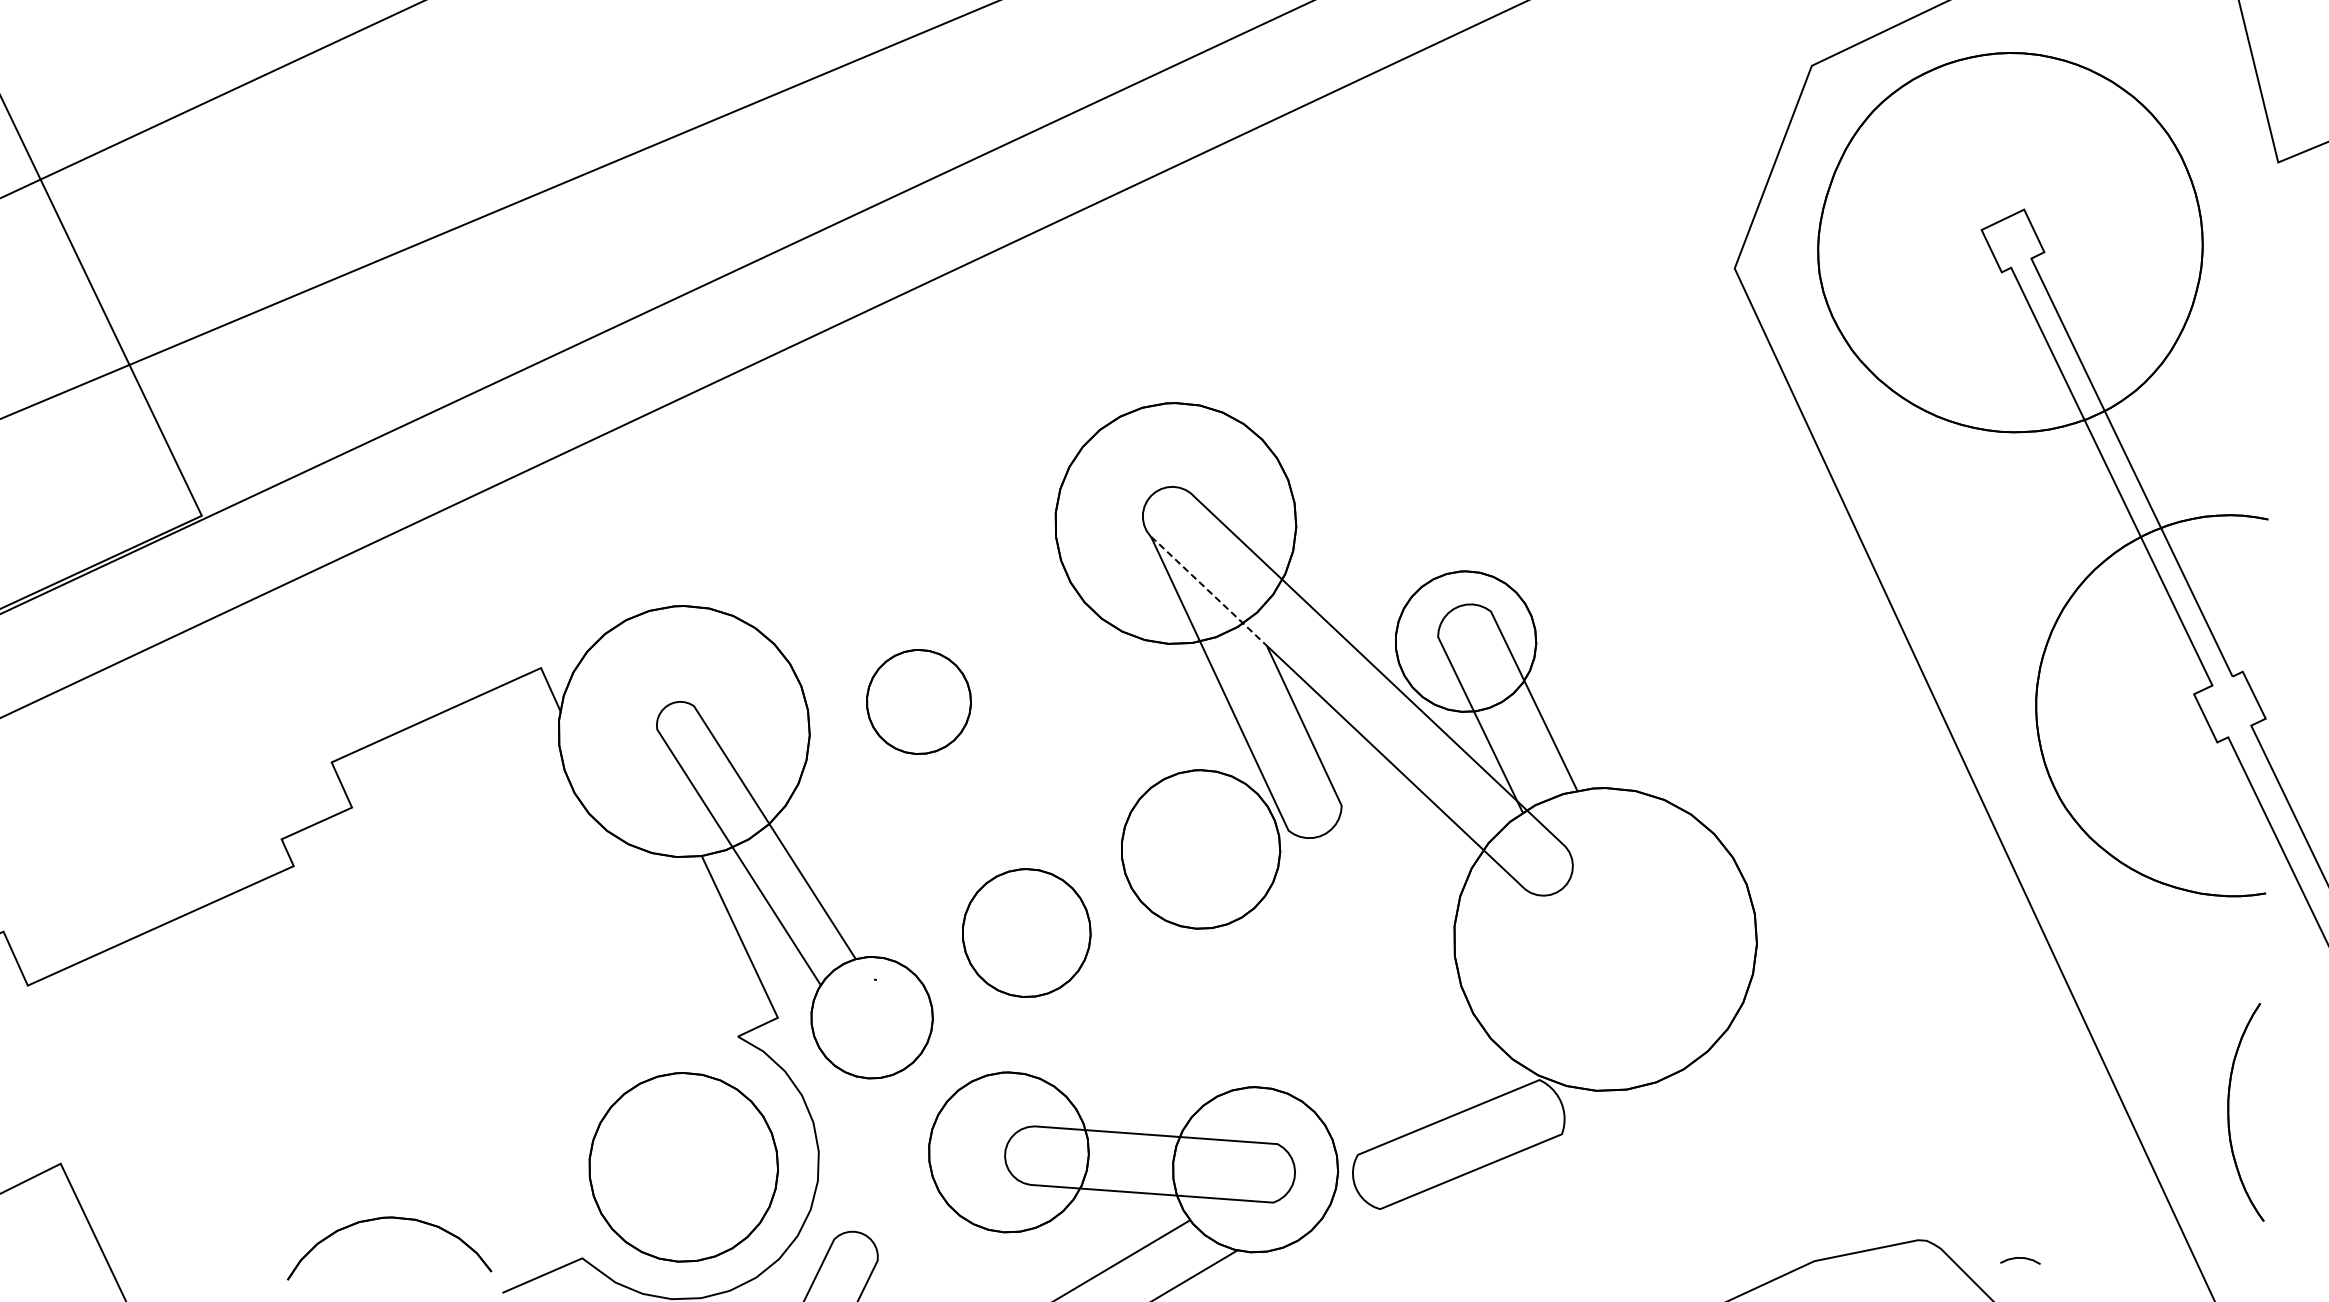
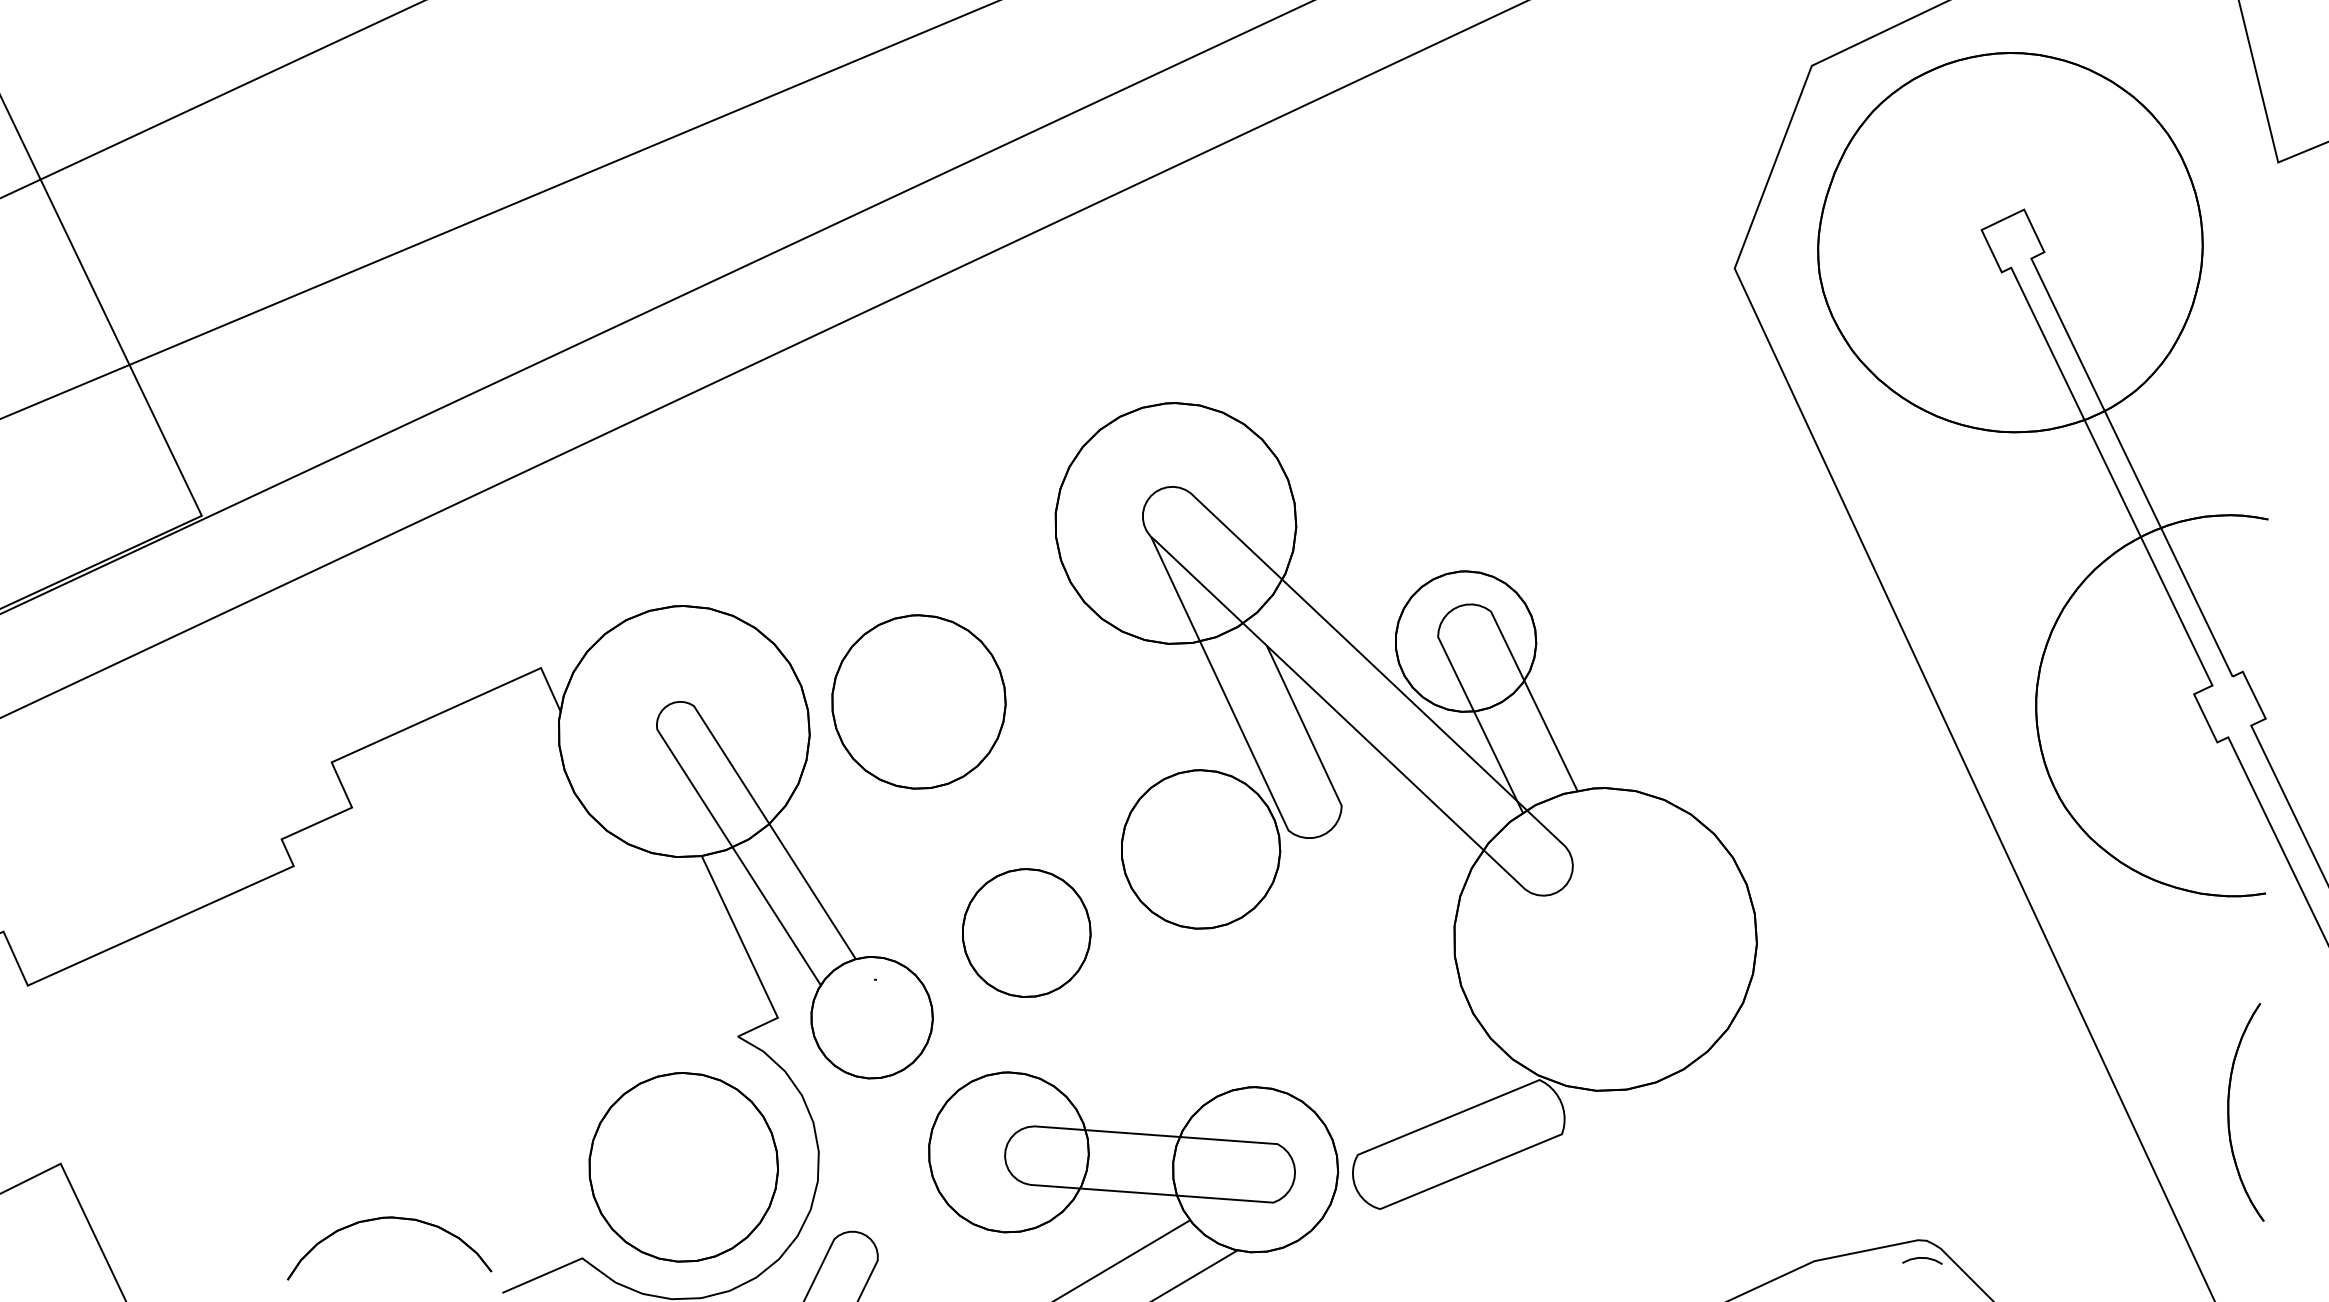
line at (1208, 590): dashed -> solid
part at (918, 701) size: 106x106 px -> 176x176 px
curve at (2020, 1258) position: (2020, 1258) -> (1922, 1258)
